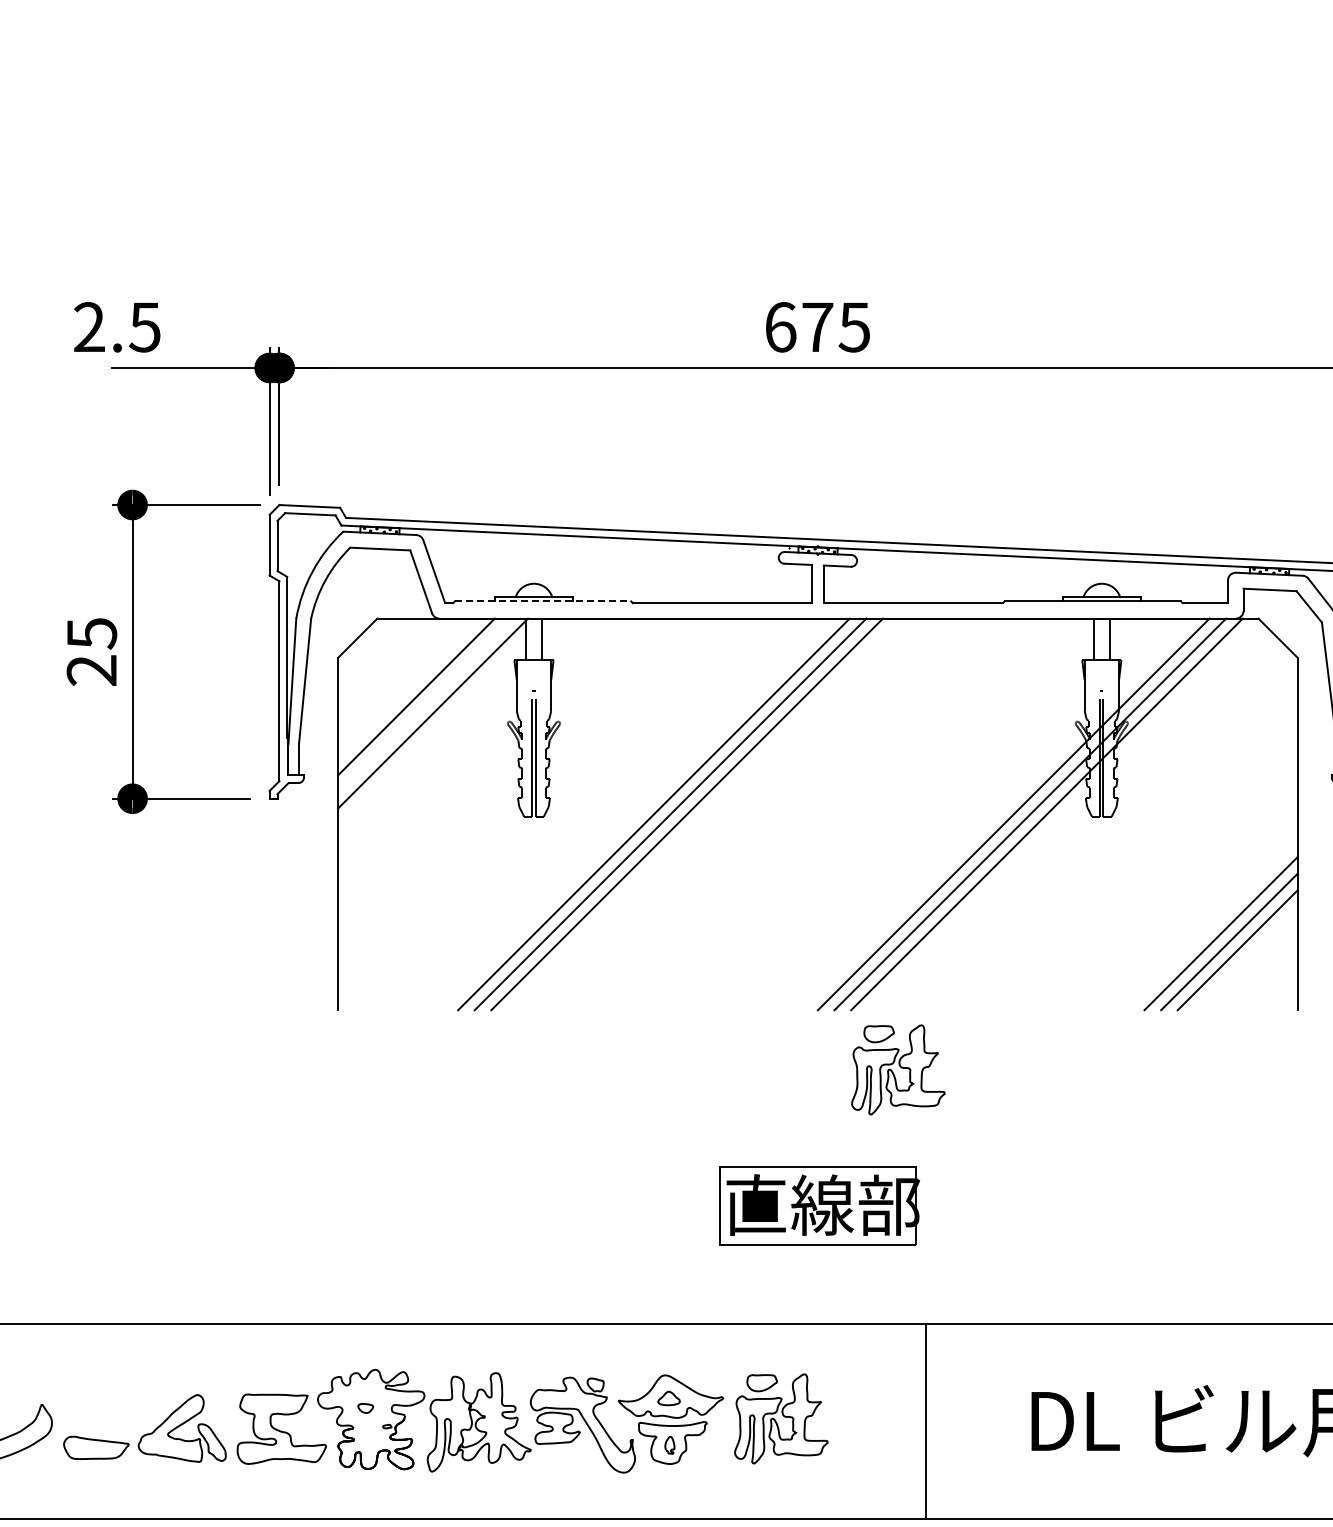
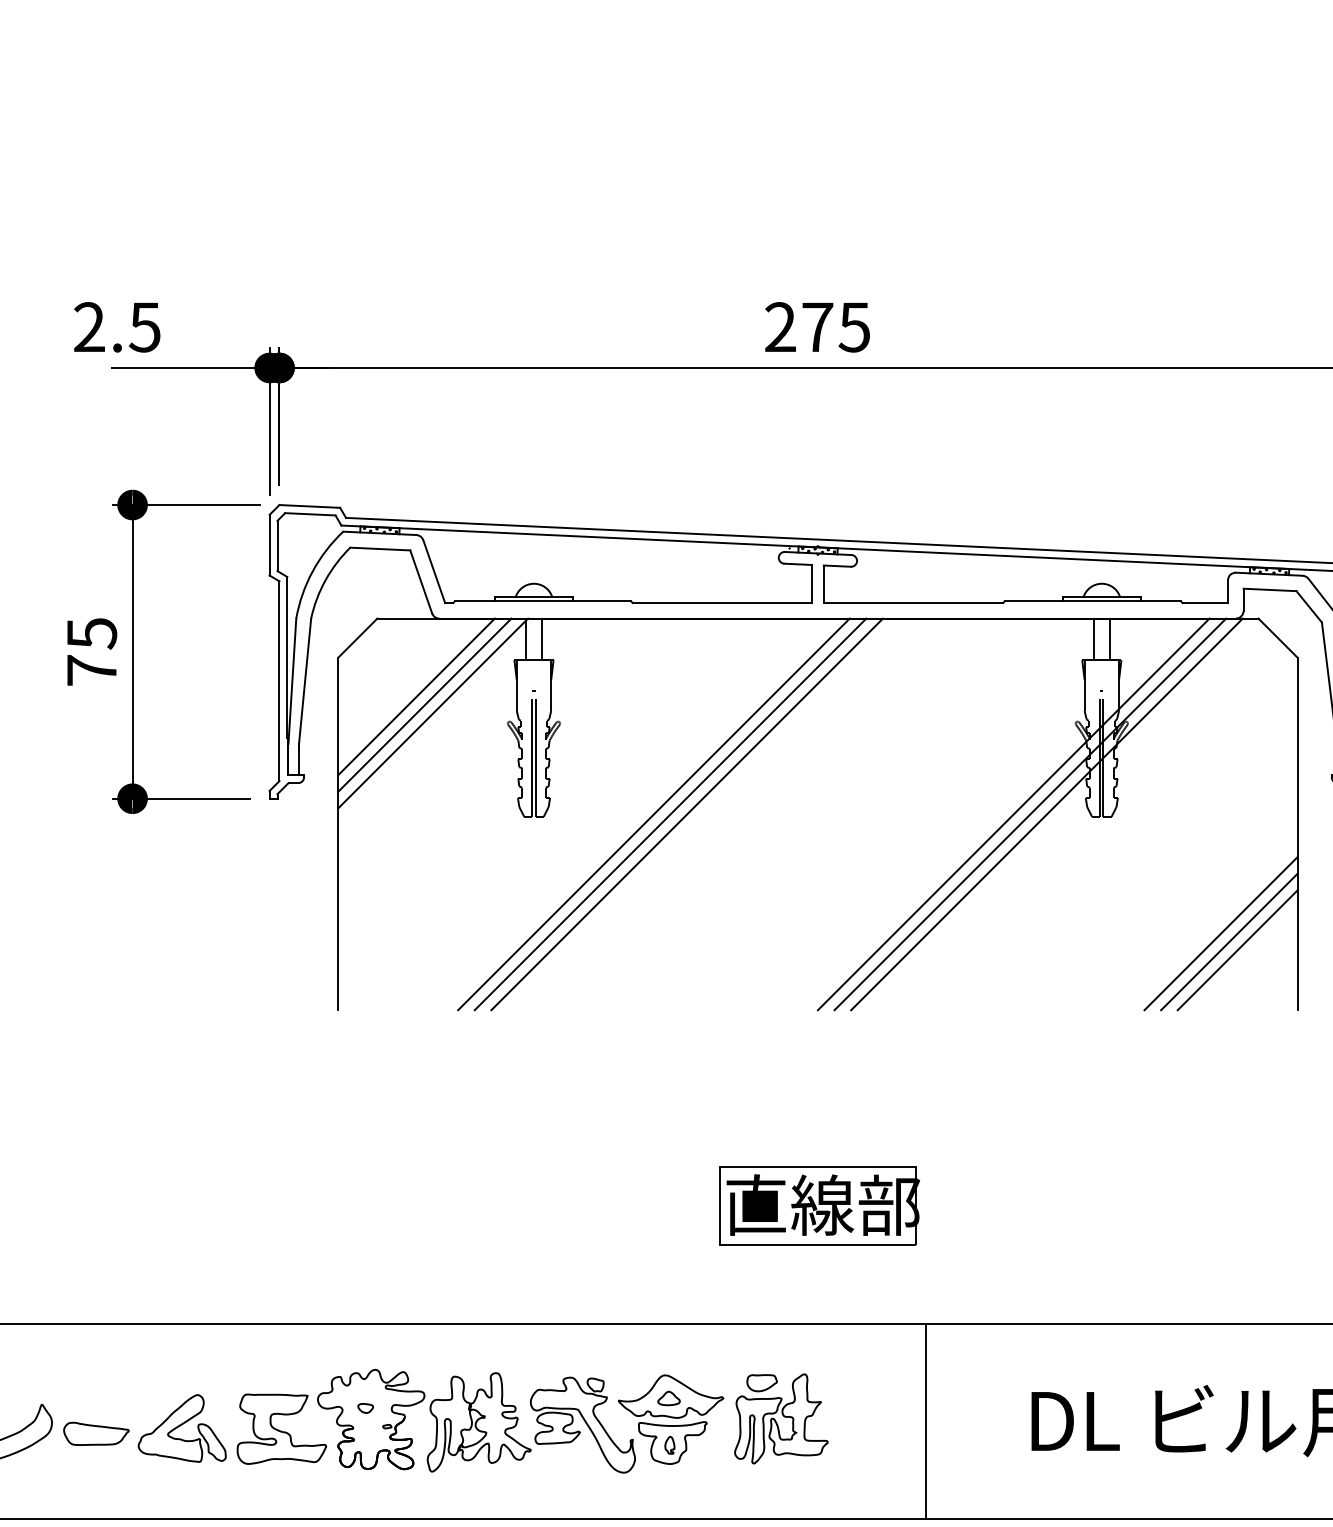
text at (780, 327): 675 -> 275
line at (543, 601): dashed -> solid
text at (91, 670): 25 -> 75
line at (424, 704): none -> present
part at (898, 1069): present -> none
curve at (97, 1441) position: (97, 1441) -> (97, 1427)
